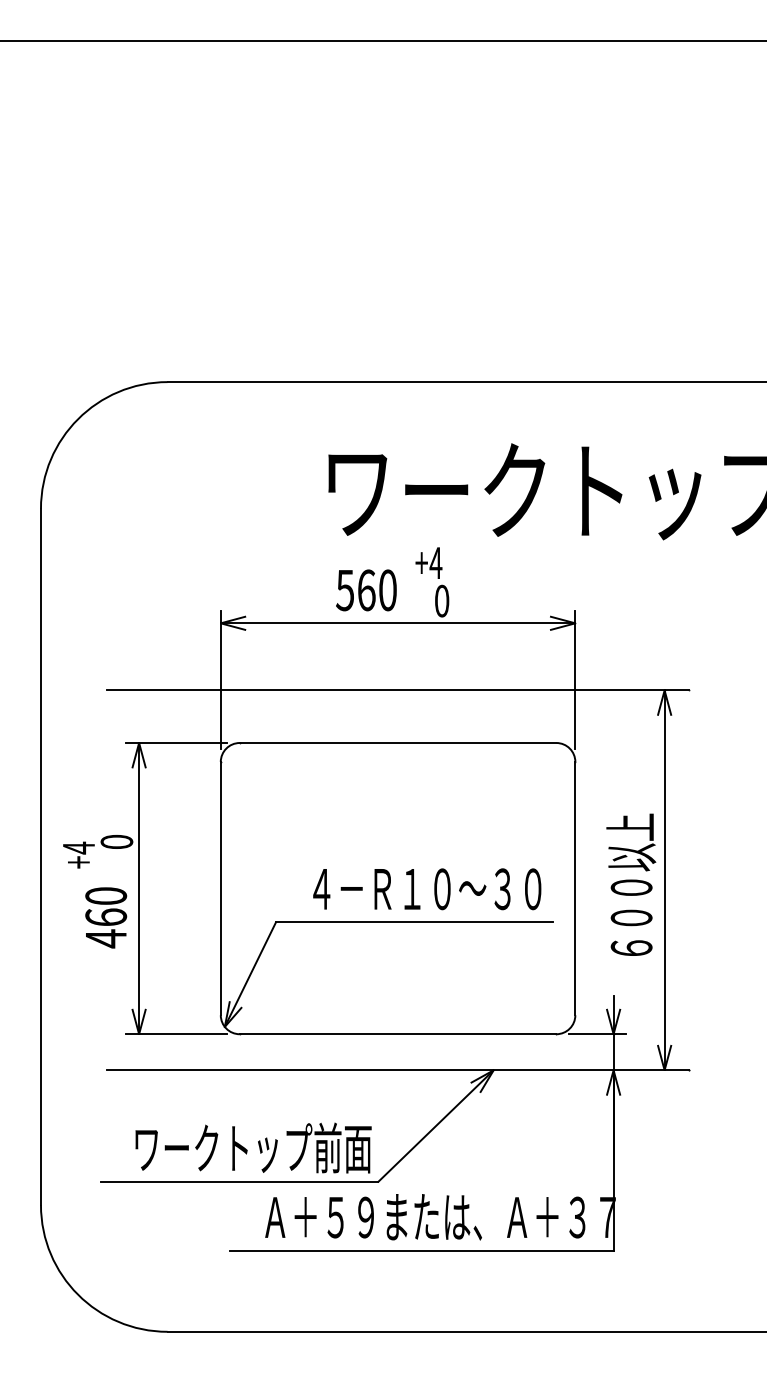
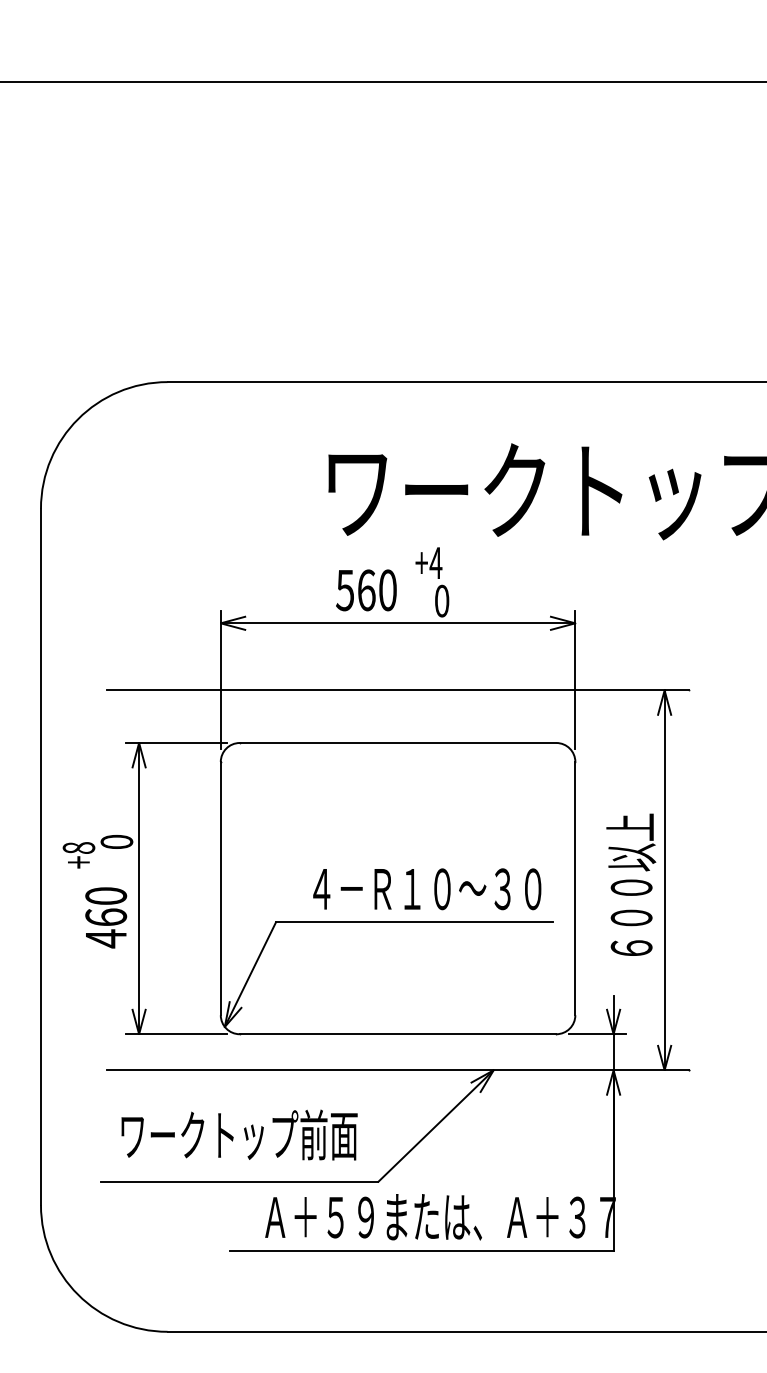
line at (382, 41) position: (382, 41) -> (382, 82)
text at (78, 847): +4 -> +8
text at (253, 1147) position: (253, 1147) -> (239, 1134)
